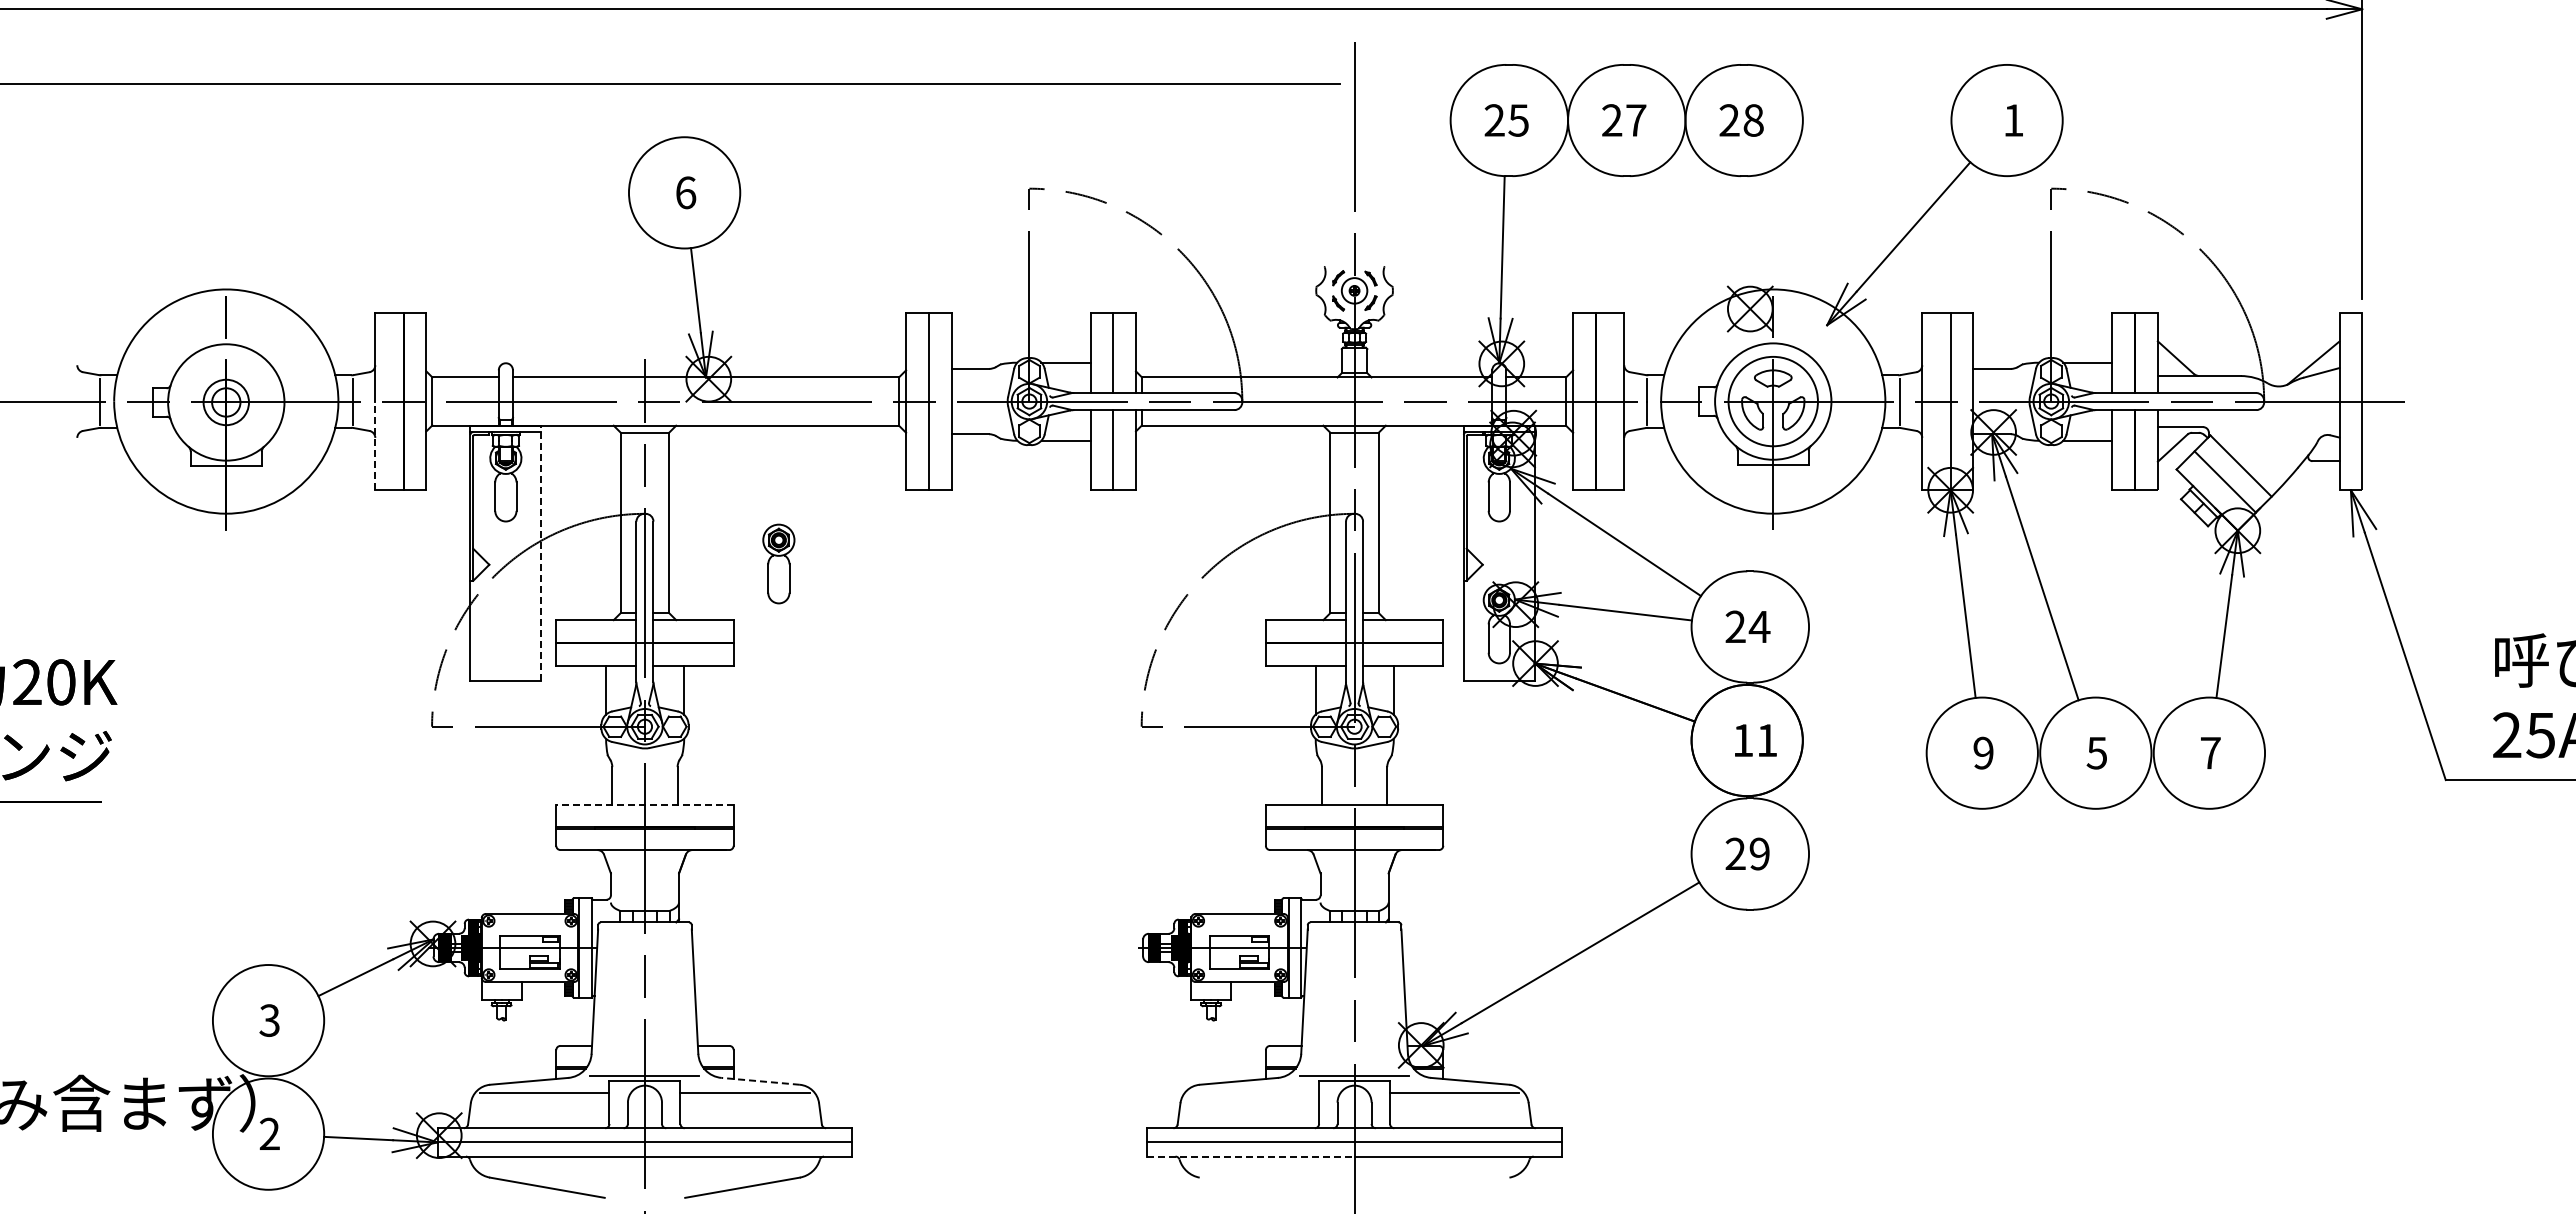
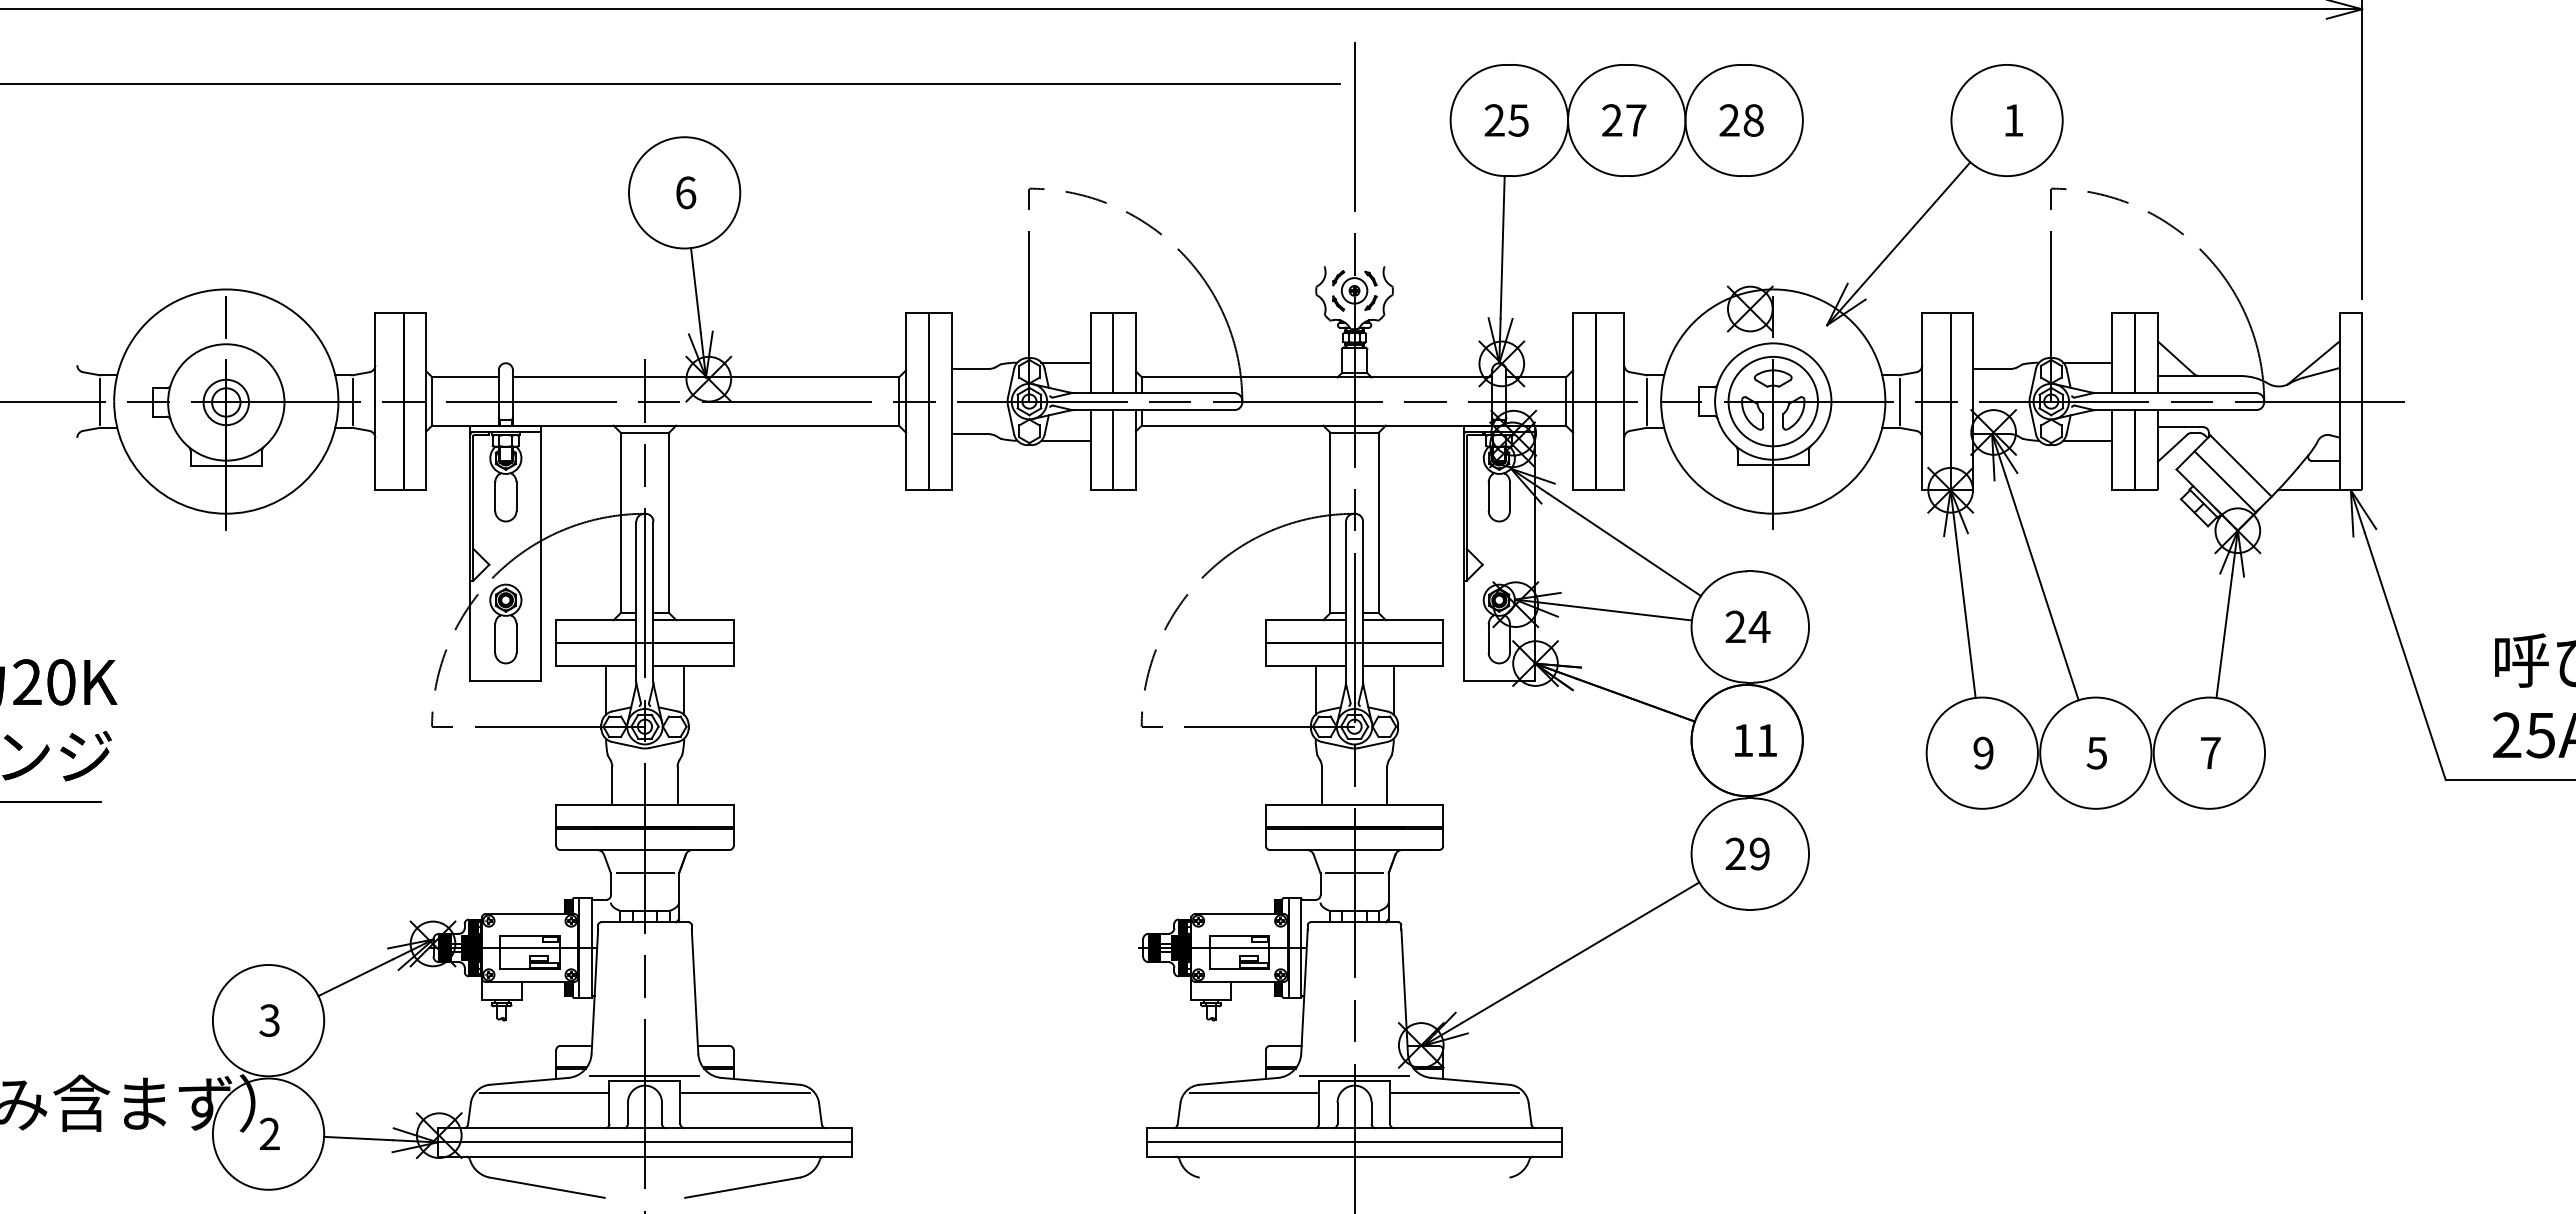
line at (375, 446): dashed -> solid
line at (2308, 490): none -> present
line at (541, 553): dashed -> solid
part at (778, 563) position: (778, 563) -> (505, 623)
line at (644, 804): dashed -> solid
line at (644, 873): none -> present
line at (1354, 873): none -> present
line at (760, 1081): dashed -> solid
line at (1254, 1092): none -> present
line at (1250, 1156): dashed -> solid
